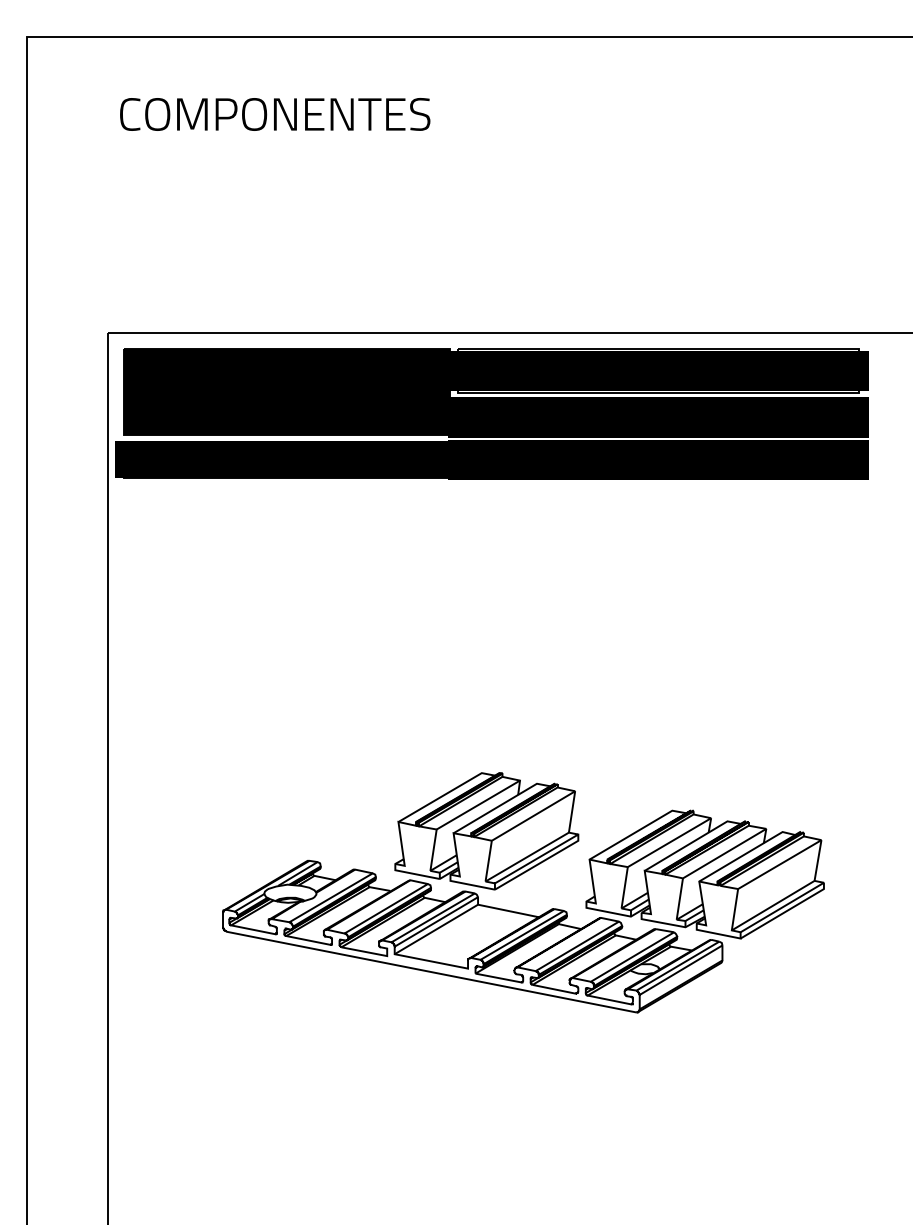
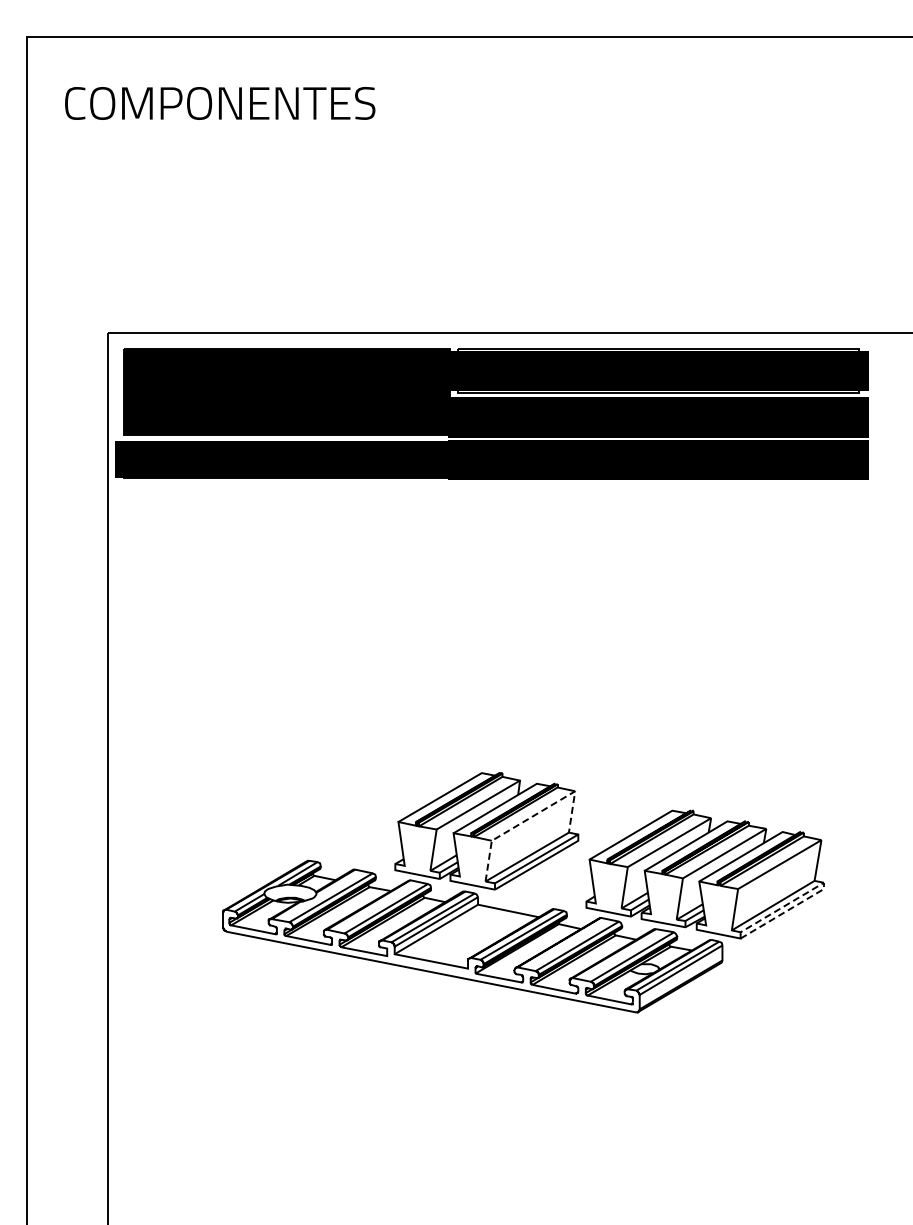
text at (275, 114) position: (275, 114) -> (220, 103)
line at (533, 815): solid -> dashed
line at (823, 885): solid -> dashed
